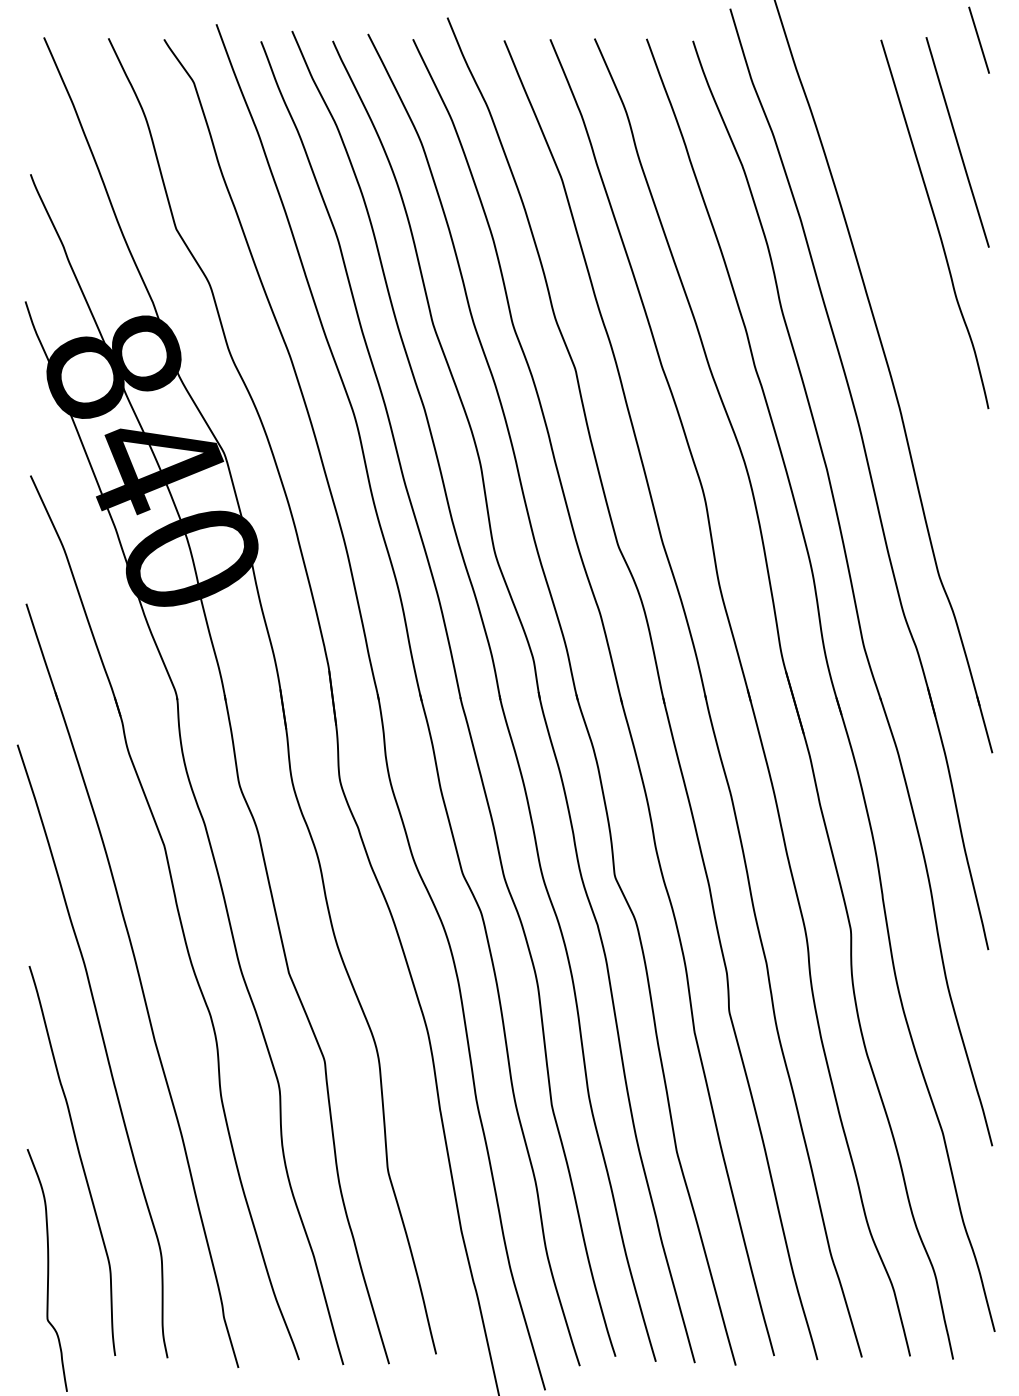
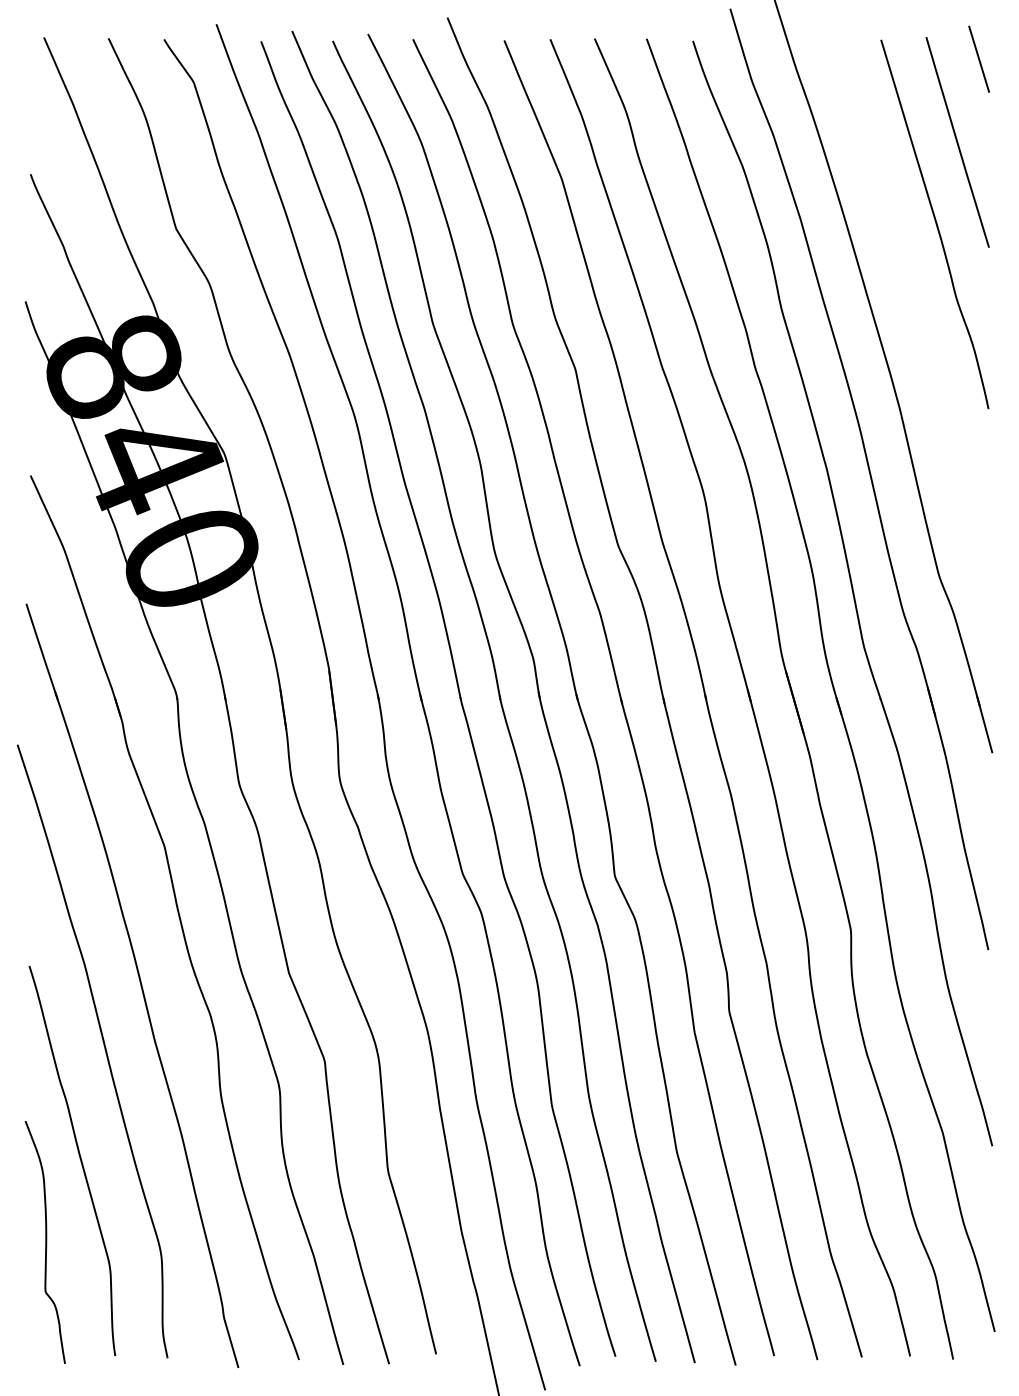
line at (978, 39) position: (978, 39) -> (978, 58)
curve at (47, 1270) position: (47, 1270) -> (45, 1242)
